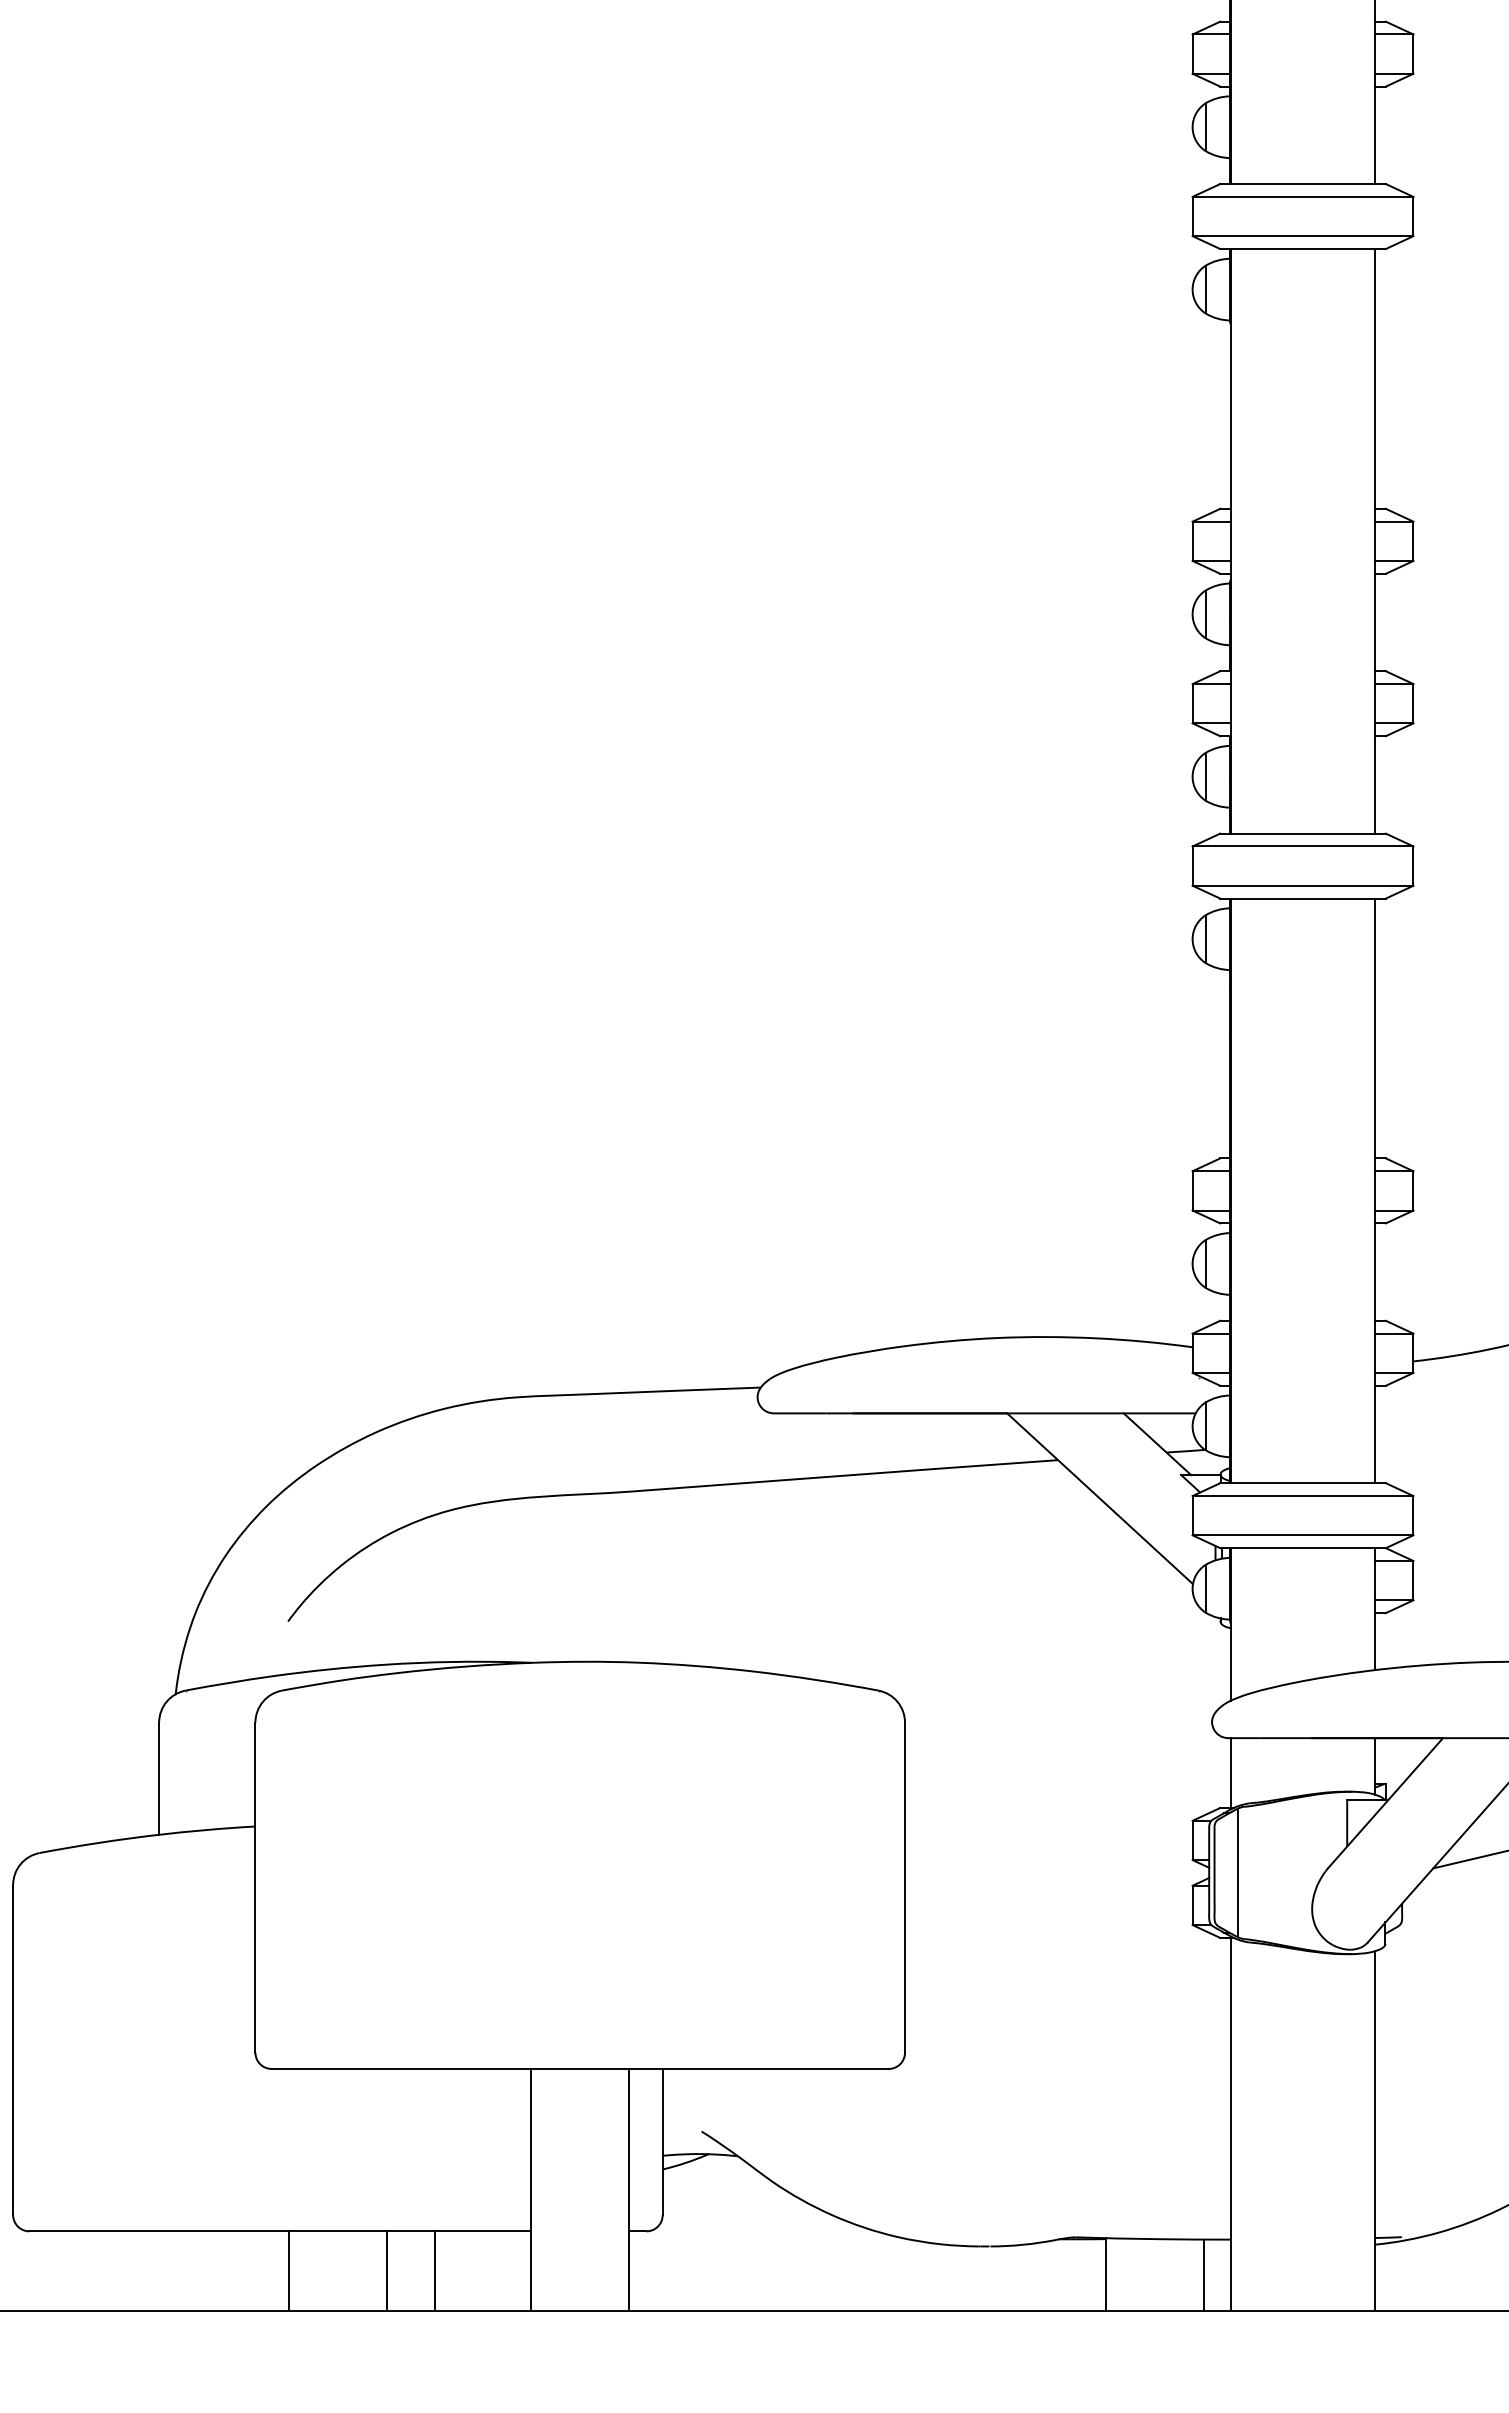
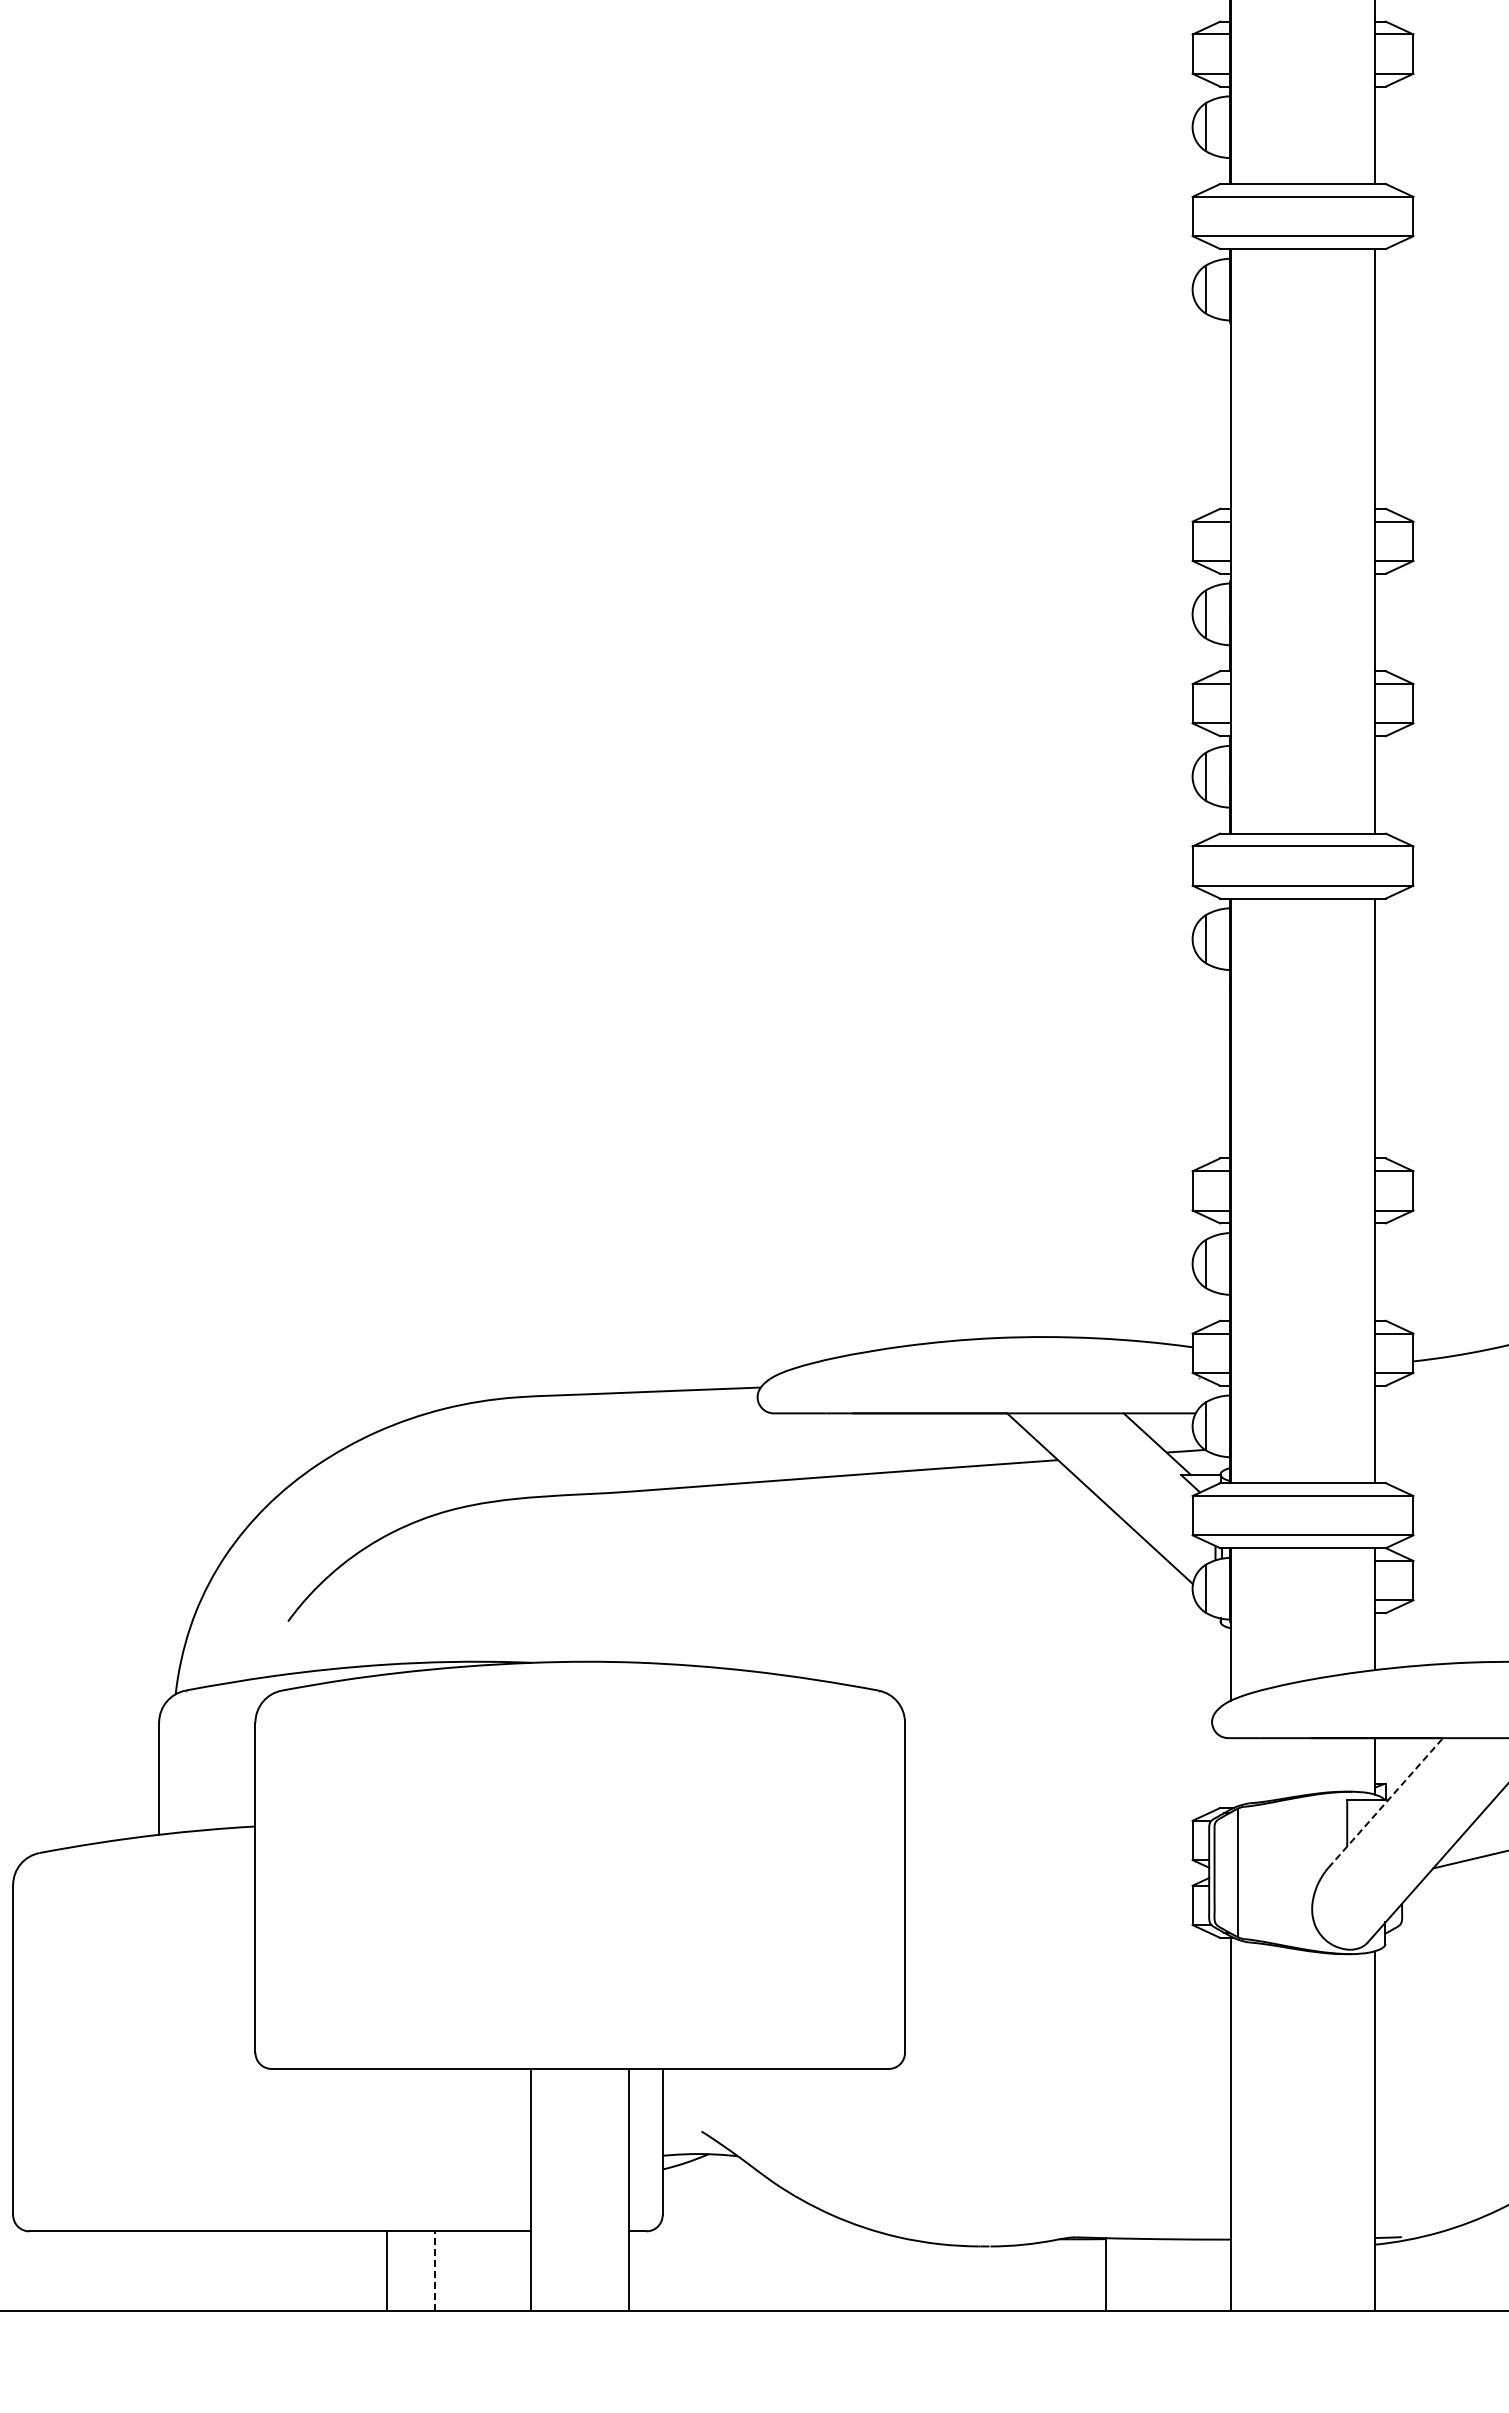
line at (1230, 1772): present -> none
line at (1385, 1803): solid -> dashed
line at (434, 2270): solid -> dashed
line at (288, 2271): present -> none
line at (1203, 2275): present -> none
